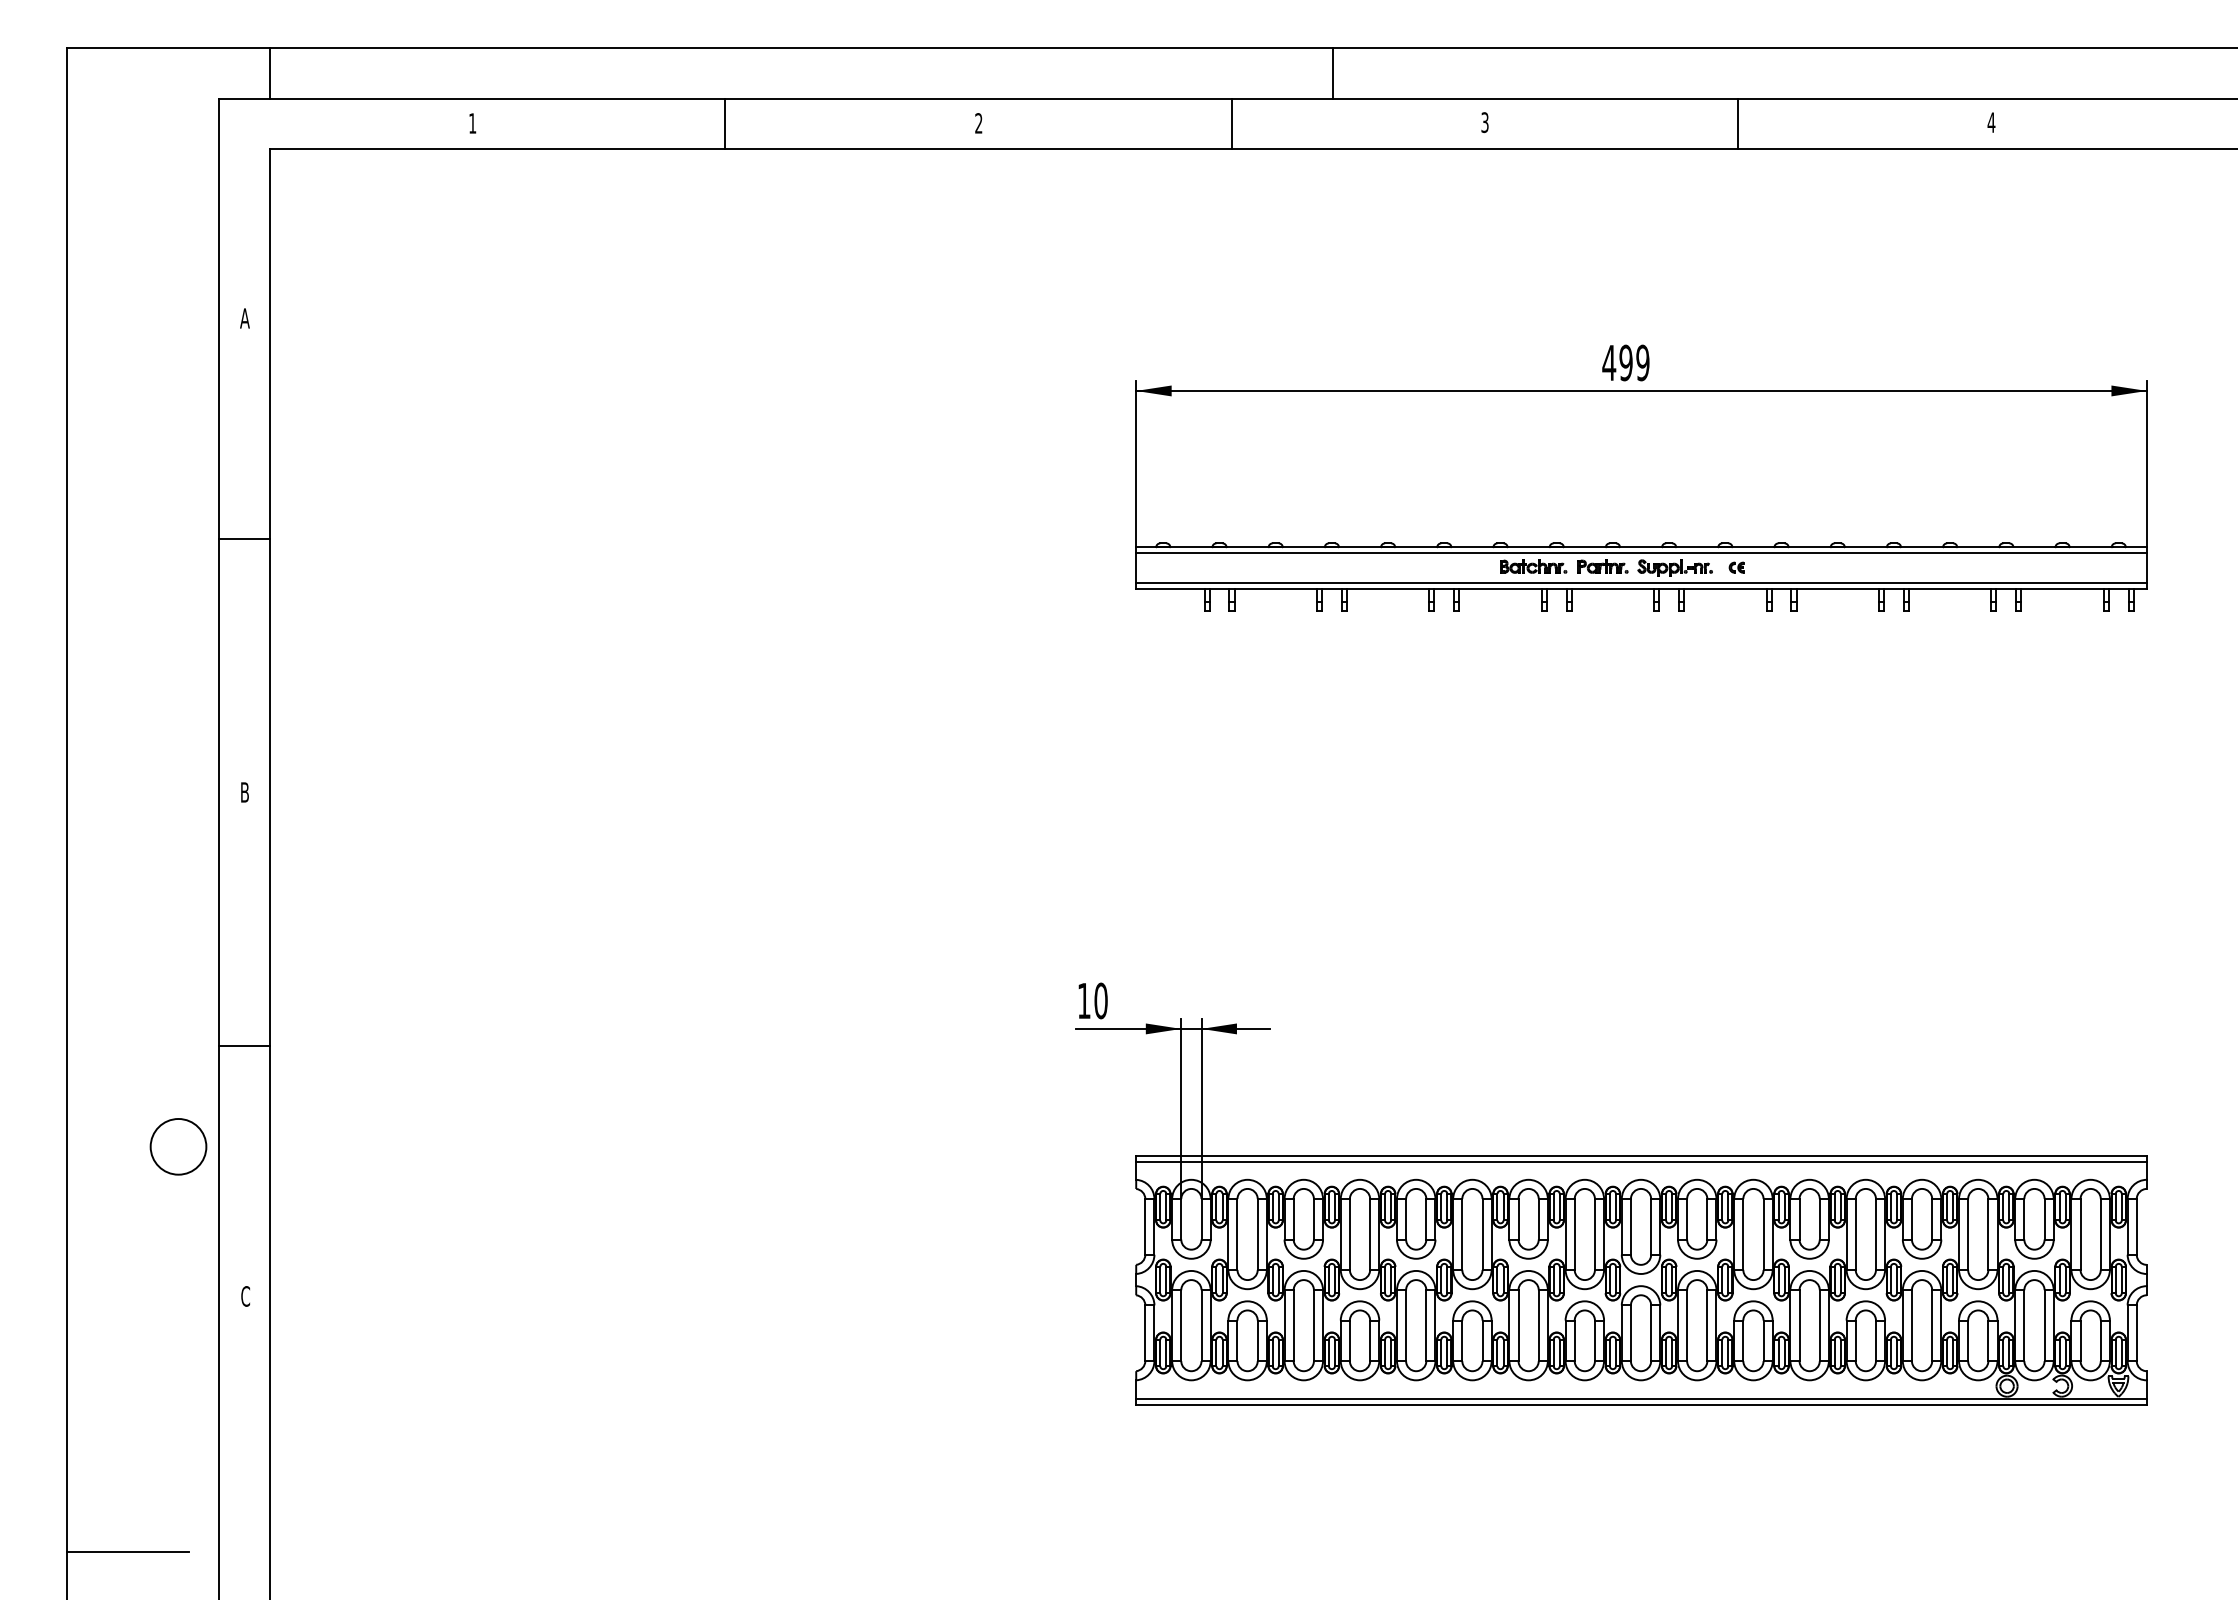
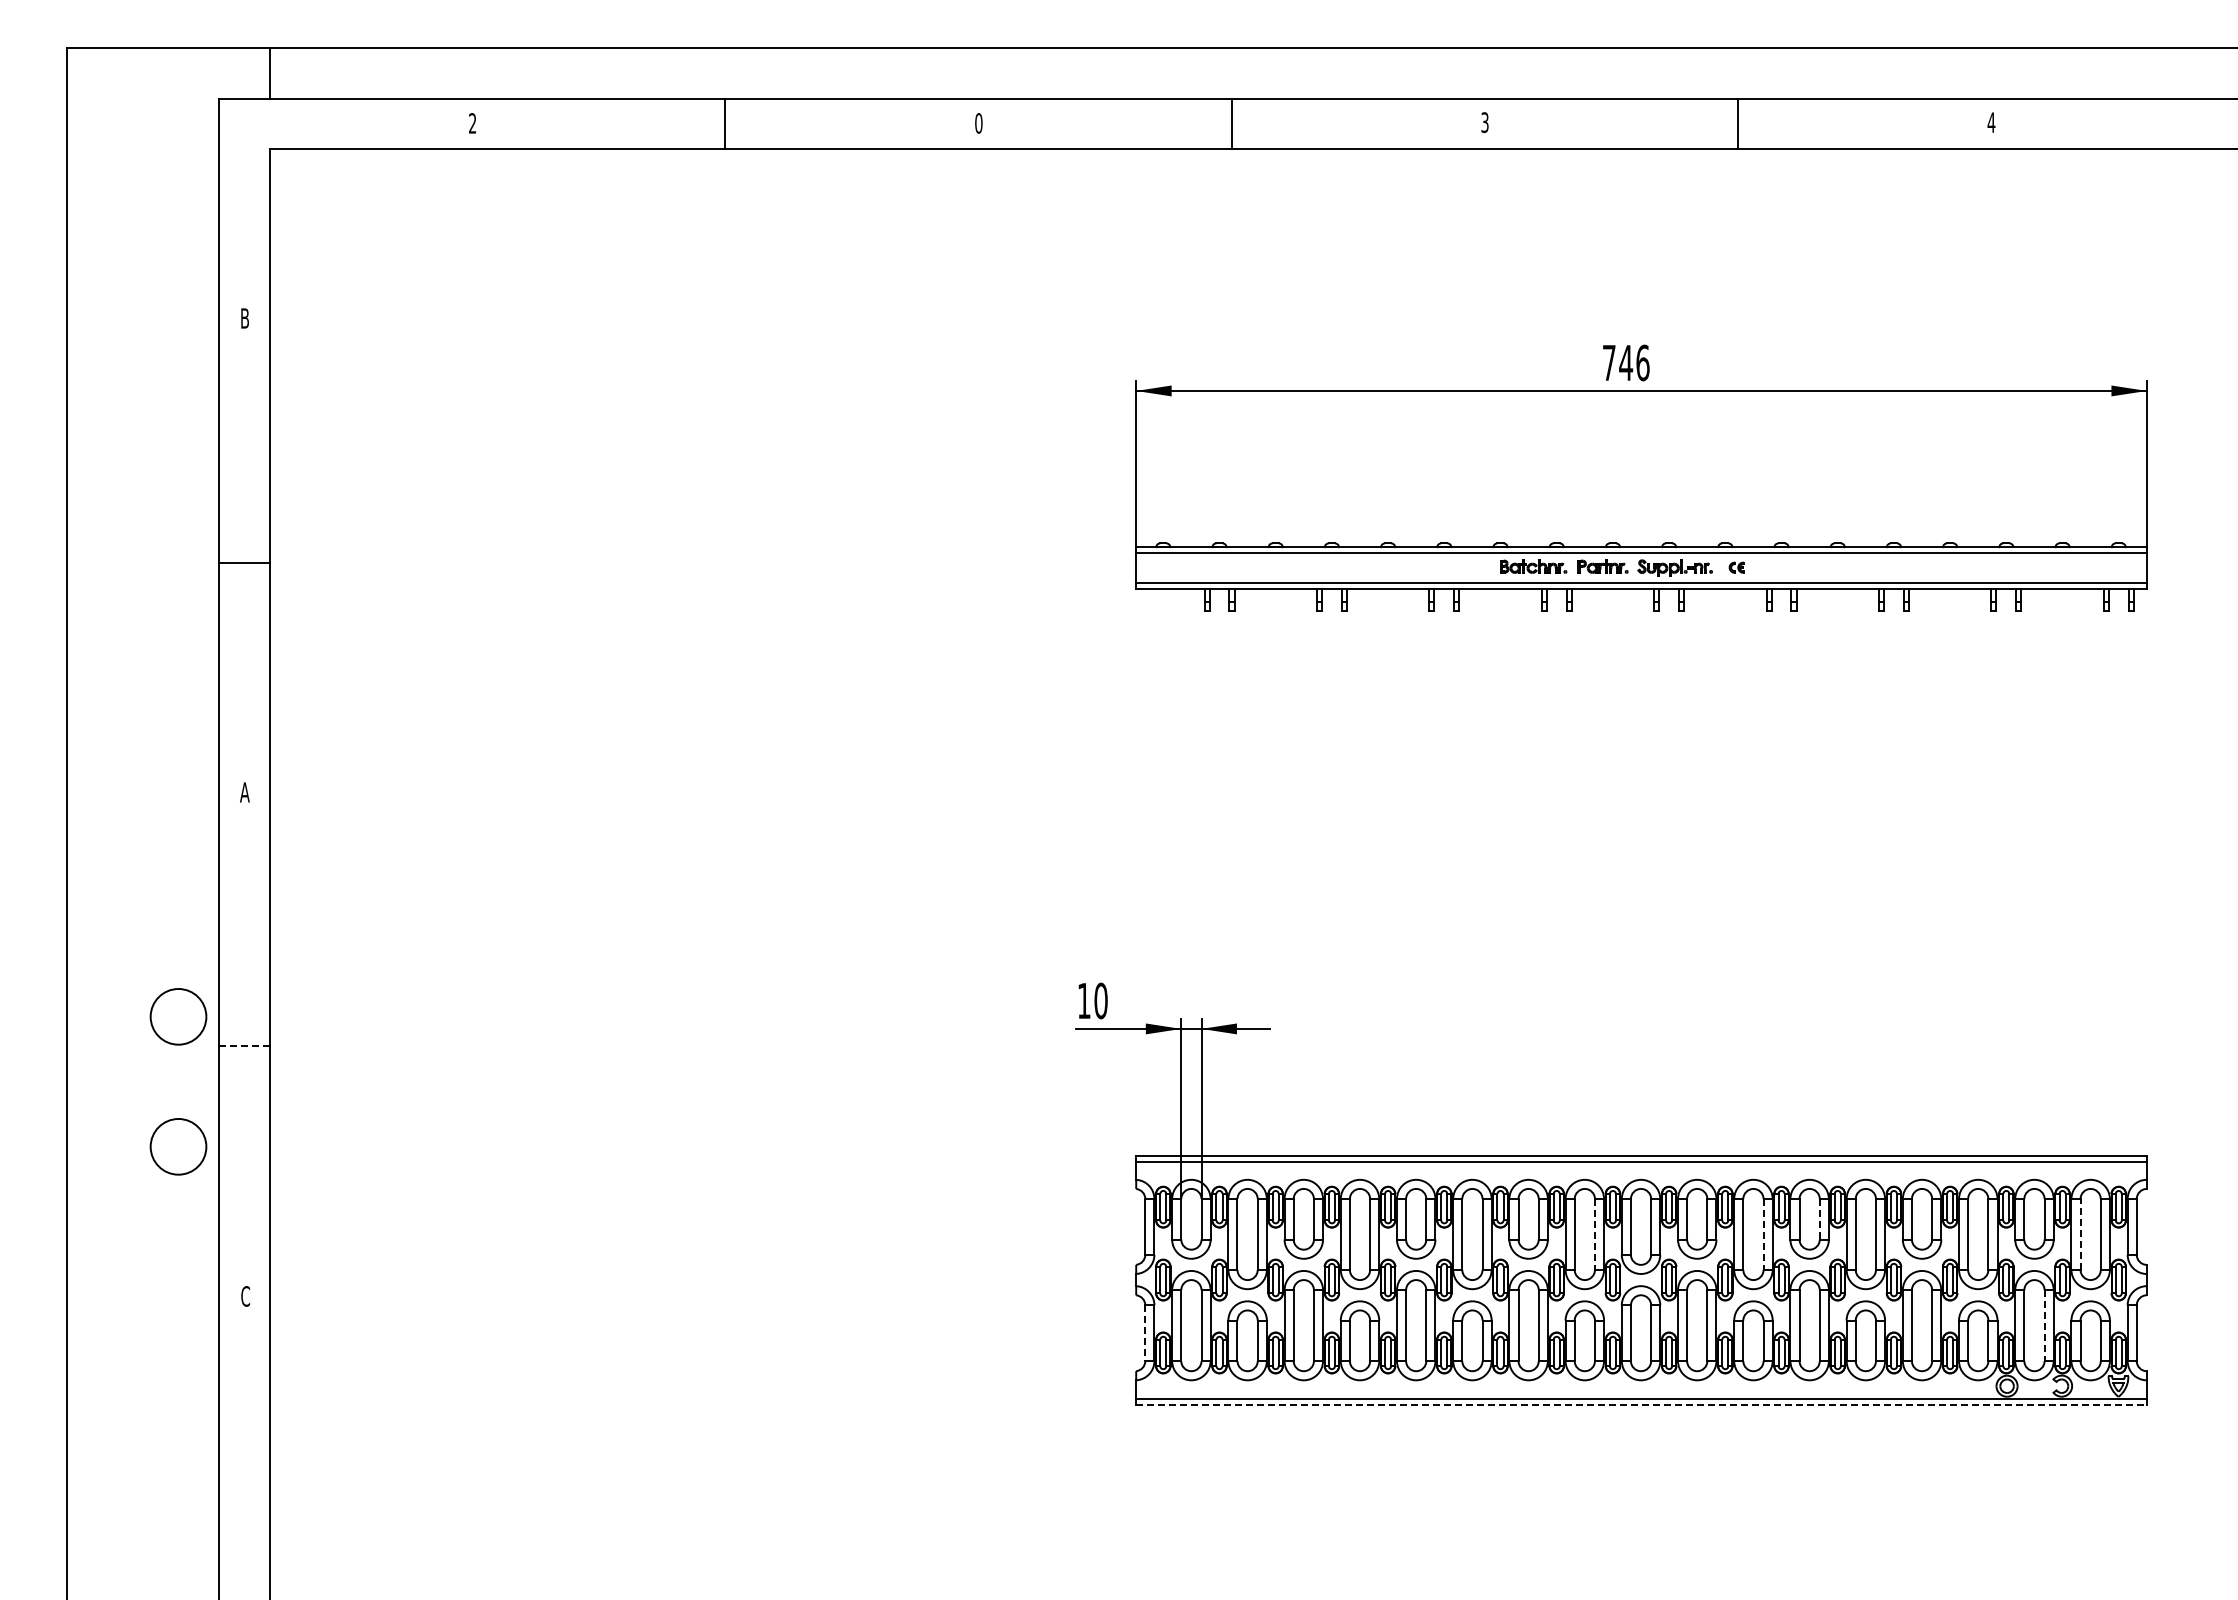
line at (1333, 73): present -> none
text at (472, 123): 1 -> 2
text at (978, 123): 2 -> 0
text at (244, 318): A -> B
text at (1625, 362): 499 -> 746
line at (244, 539) position: (244, 539) -> (244, 563)
text at (244, 792): B -> A
circle at (178, 1016): none -> present
line at (244, 1045): solid -> dashed
line at (1819, 1219): solid -> dashed
line at (2080, 1234): solid -> dashed
line at (1594, 1235): solid -> dashed
line at (1763, 1235): solid -> dashed
line at (2044, 1326): solid -> dashed
line at (1145, 1333): solid -> dashed
line at (1642, 1404): solid -> dashed
line at (127, 1551): present -> none
